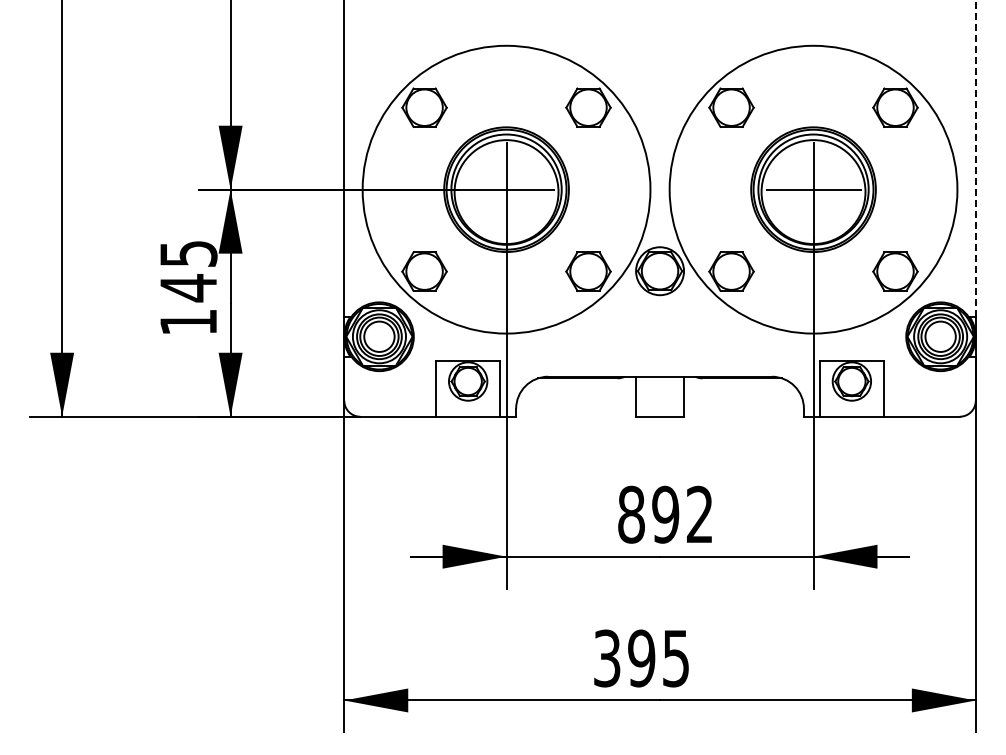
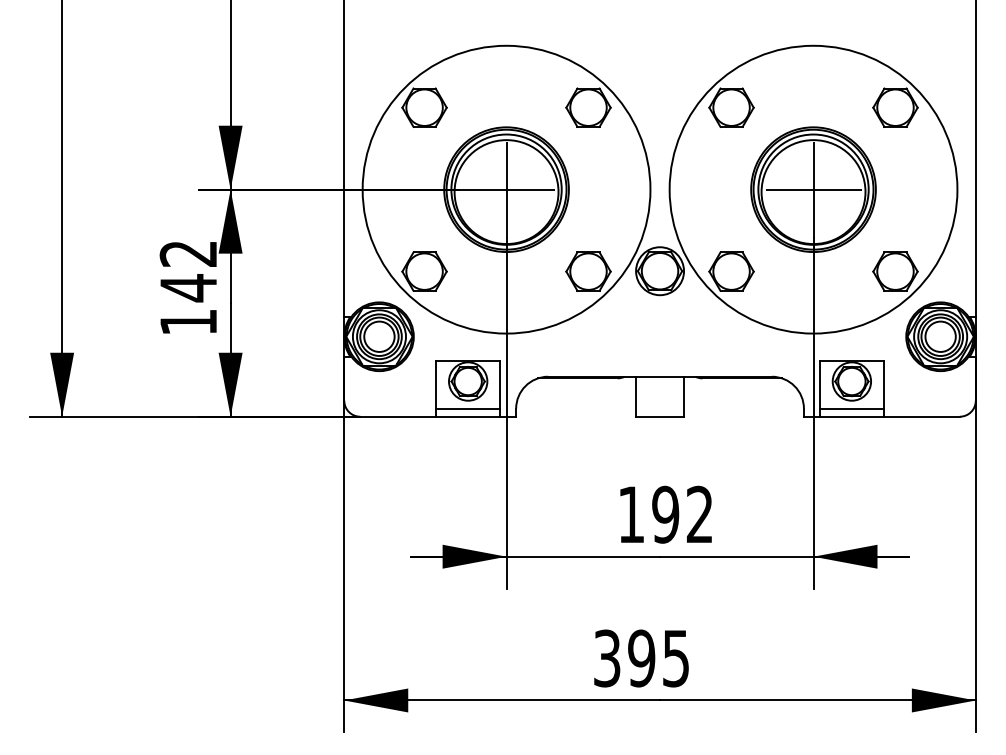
line at (975, 157): dashed -> solid
text at (188, 253): 145 -> 142
line at (468, 408): none -> present
line at (851, 408): none -> present
text at (631, 514): 892 -> 192
